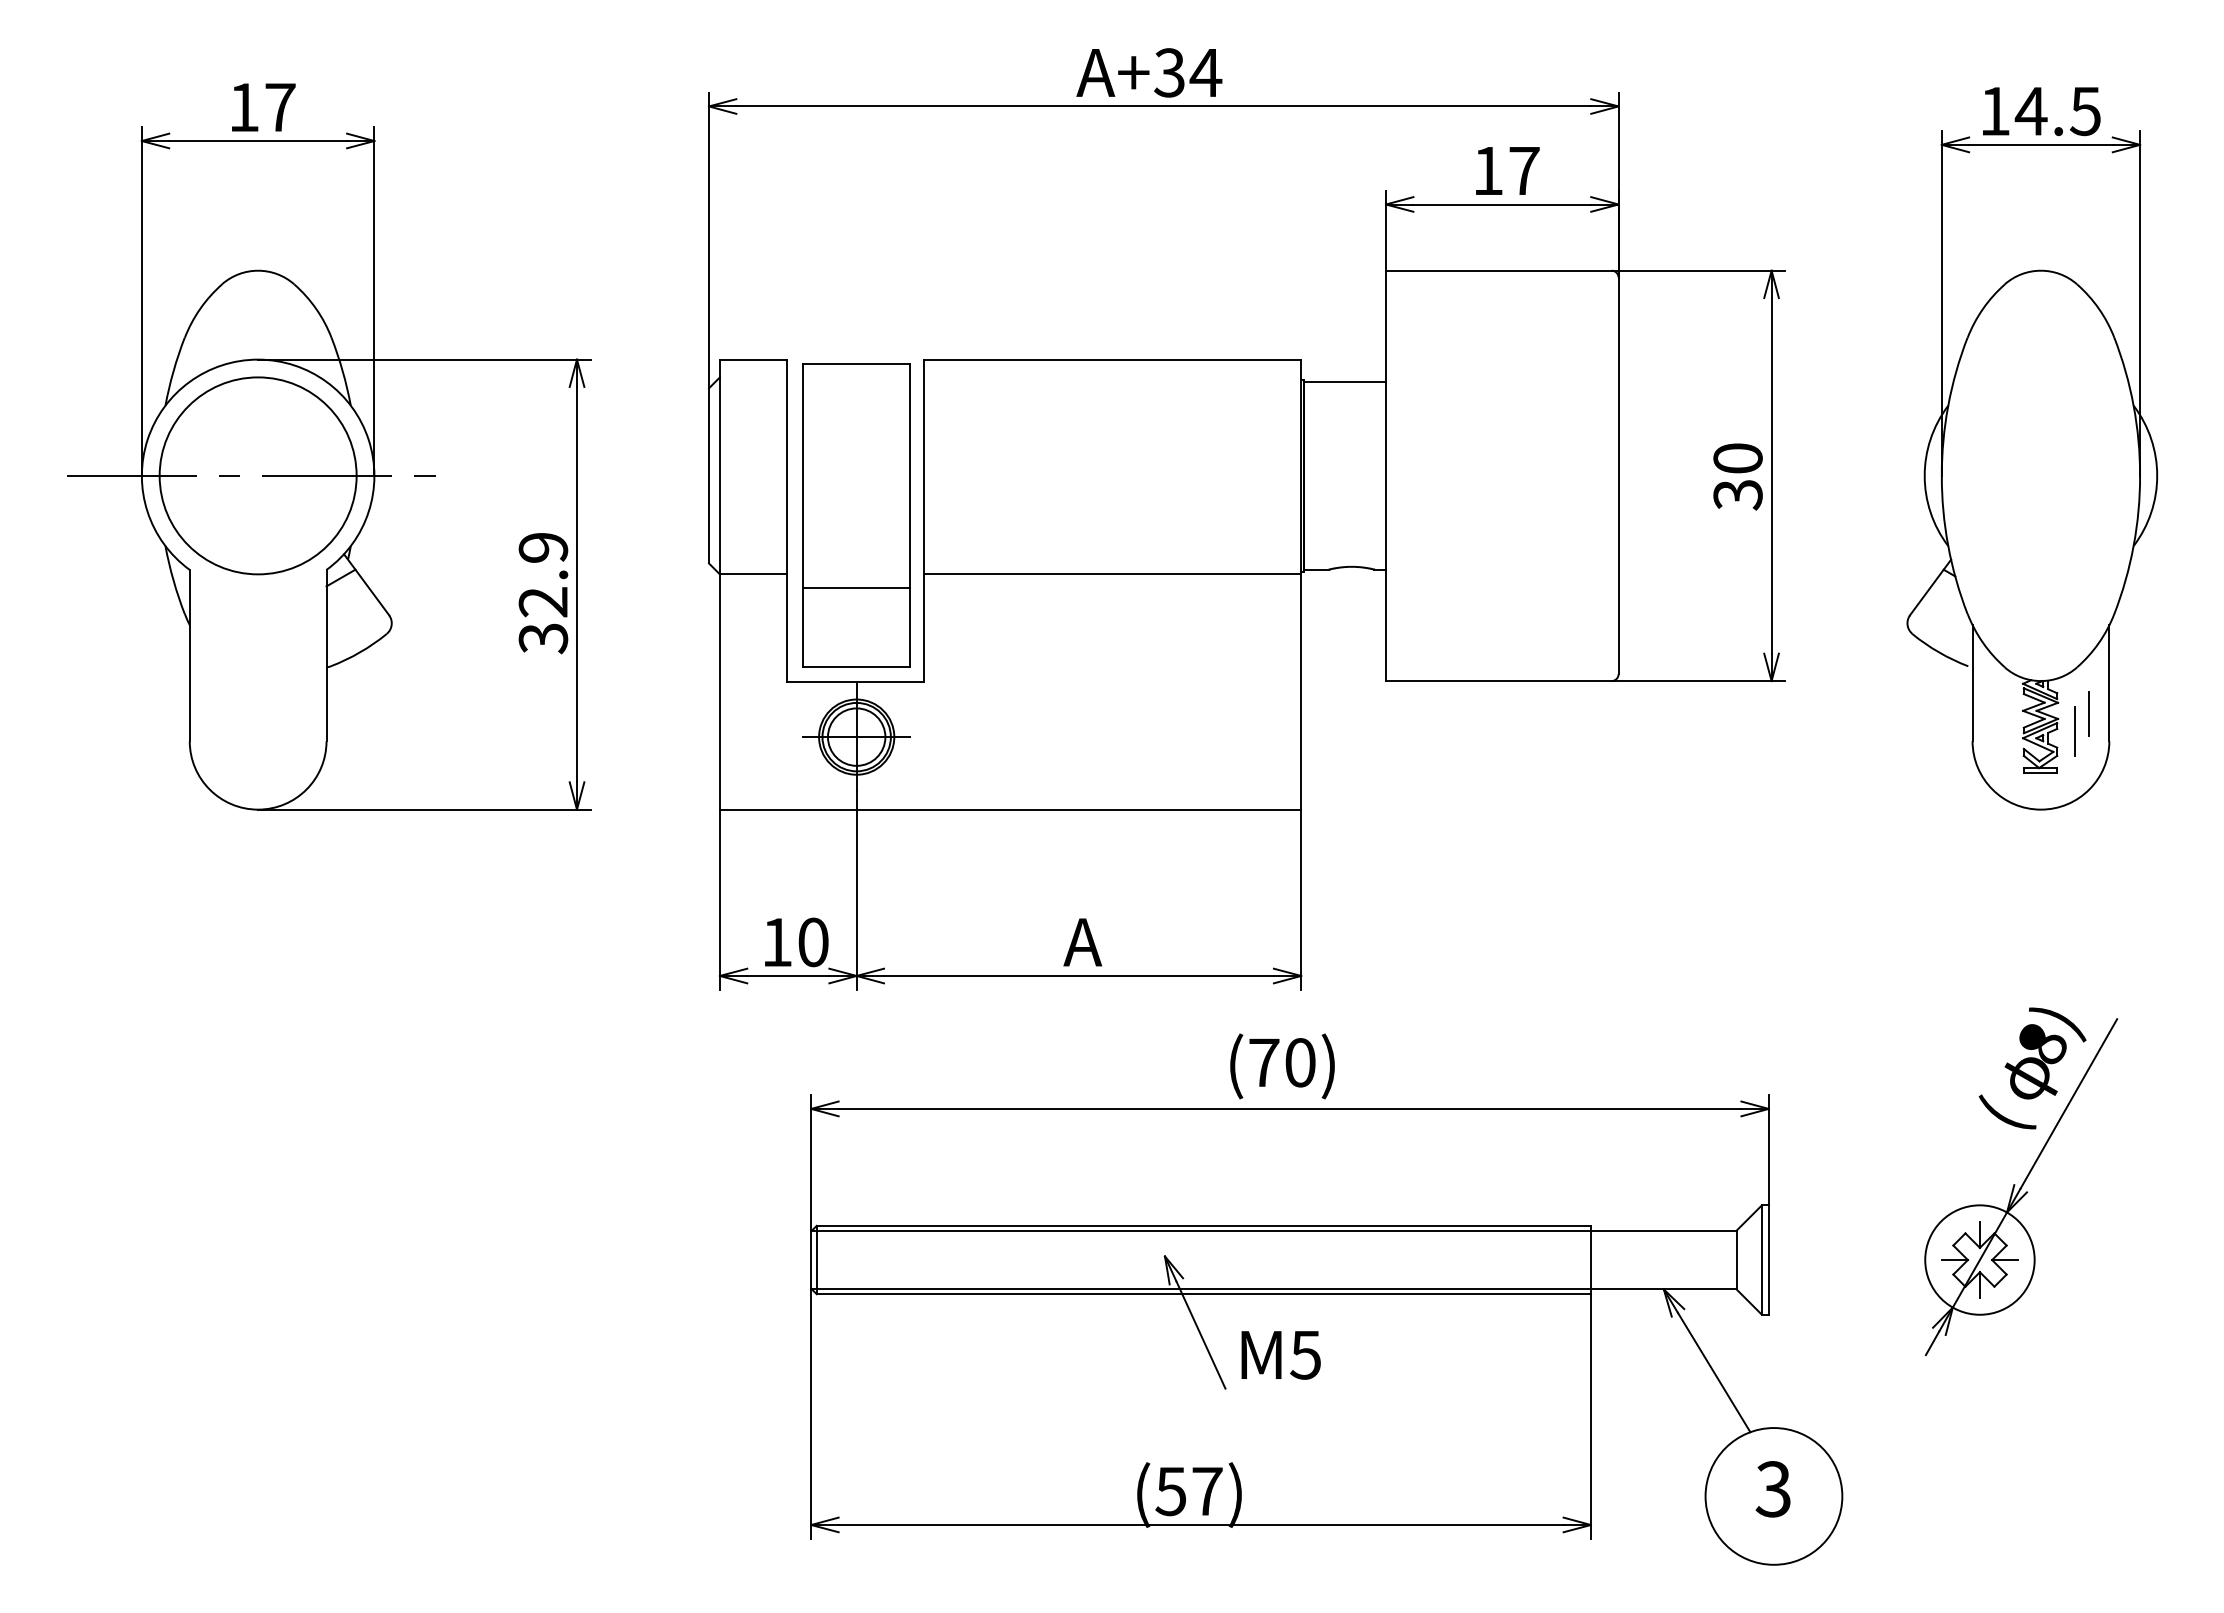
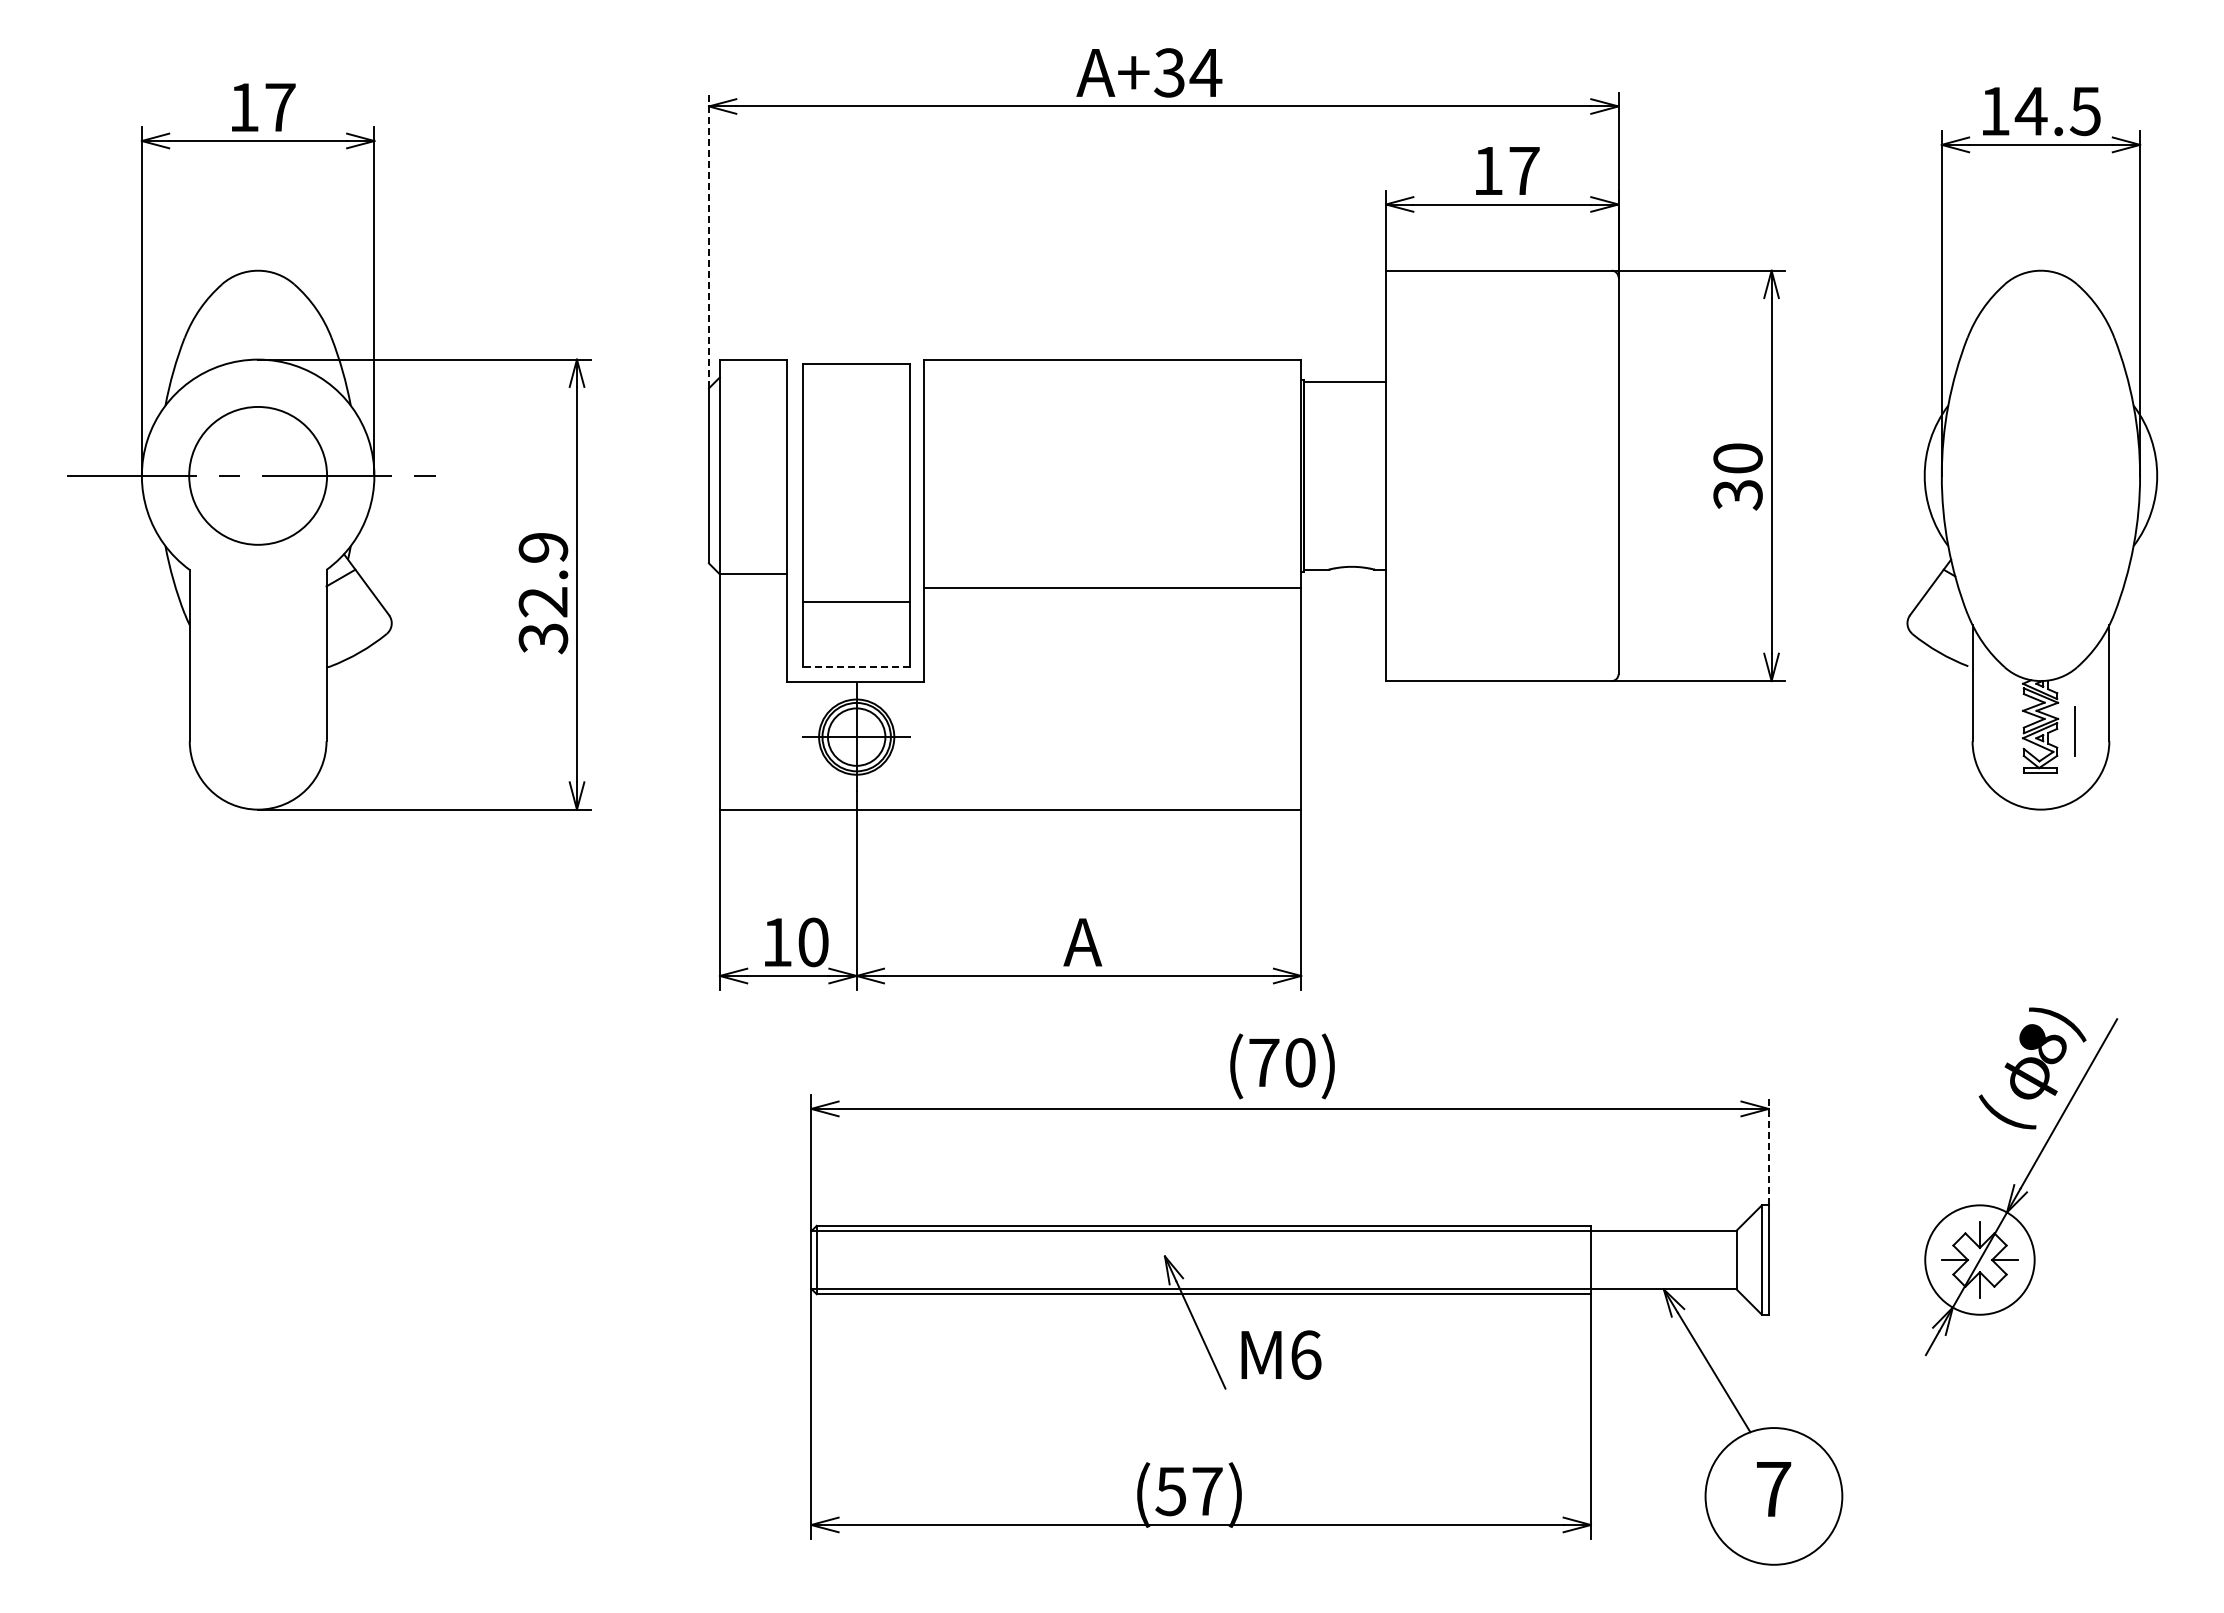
line at (708, 240): solid -> dashed
circle at (257, 475) diameter: 197 px -> 138 px
line at (1112, 574) position: (1112, 574) -> (1112, 588)
line at (856, 588) position: (856, 588) -> (856, 602)
line at (856, 667): solid -> dashed
line at (2088, 713): present -> none
line at (1768, 1149): solid -> dashed
text at (1305, 1354): M5 -> M6
text at (1773, 1489): 3 -> 7
